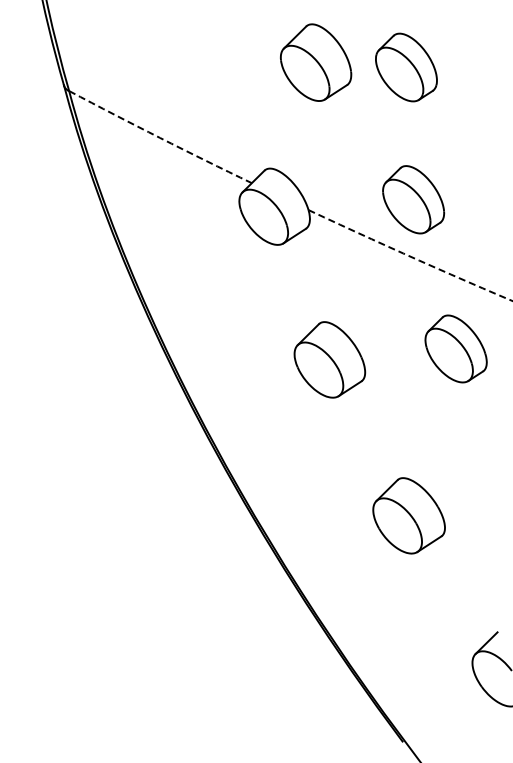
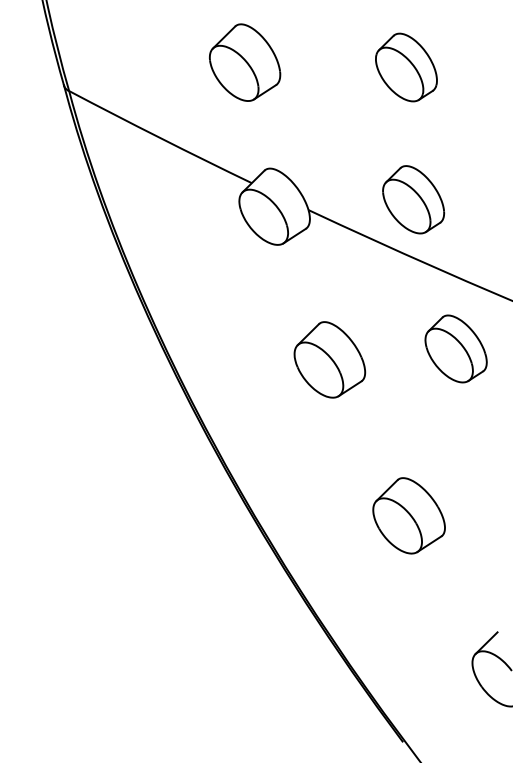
part at (316, 62) position: (316, 62) -> (245, 62)
arc at (160, 137): dashed -> solid
arc at (410, 256): dashed -> solid
